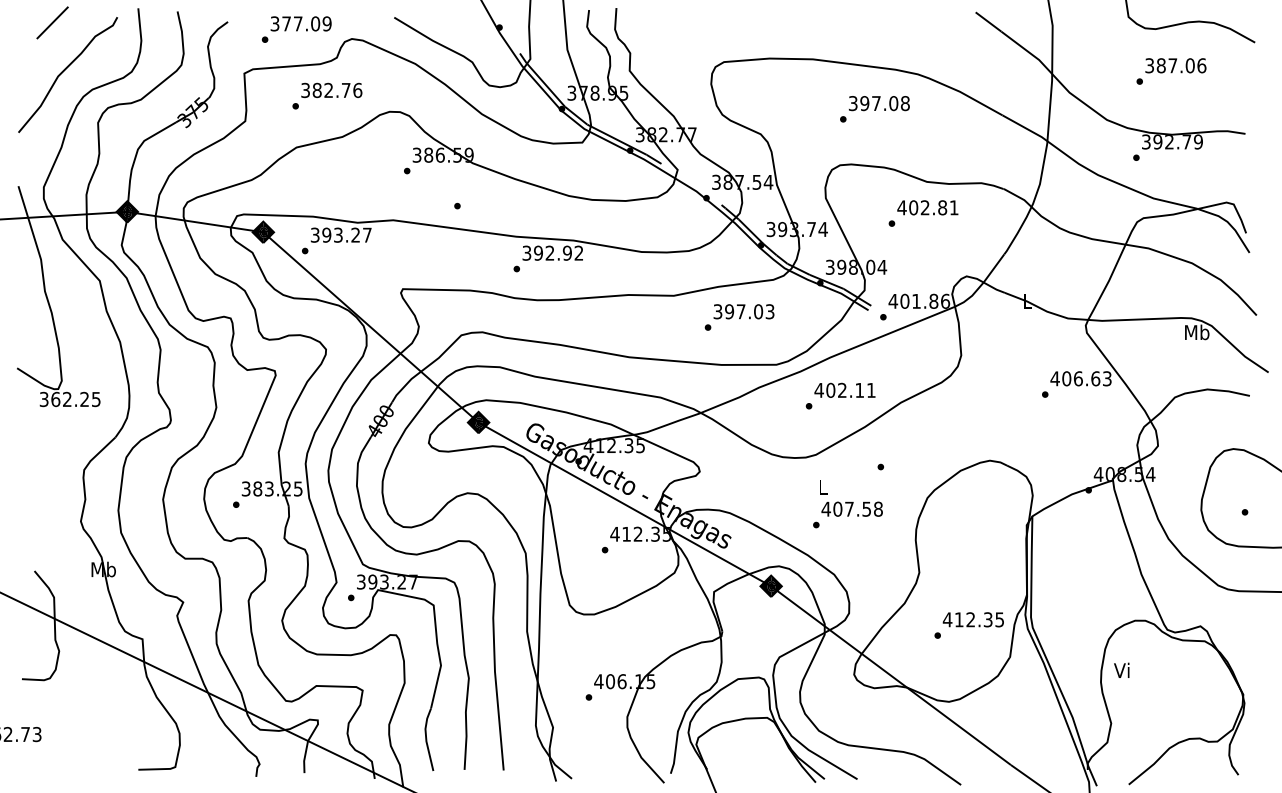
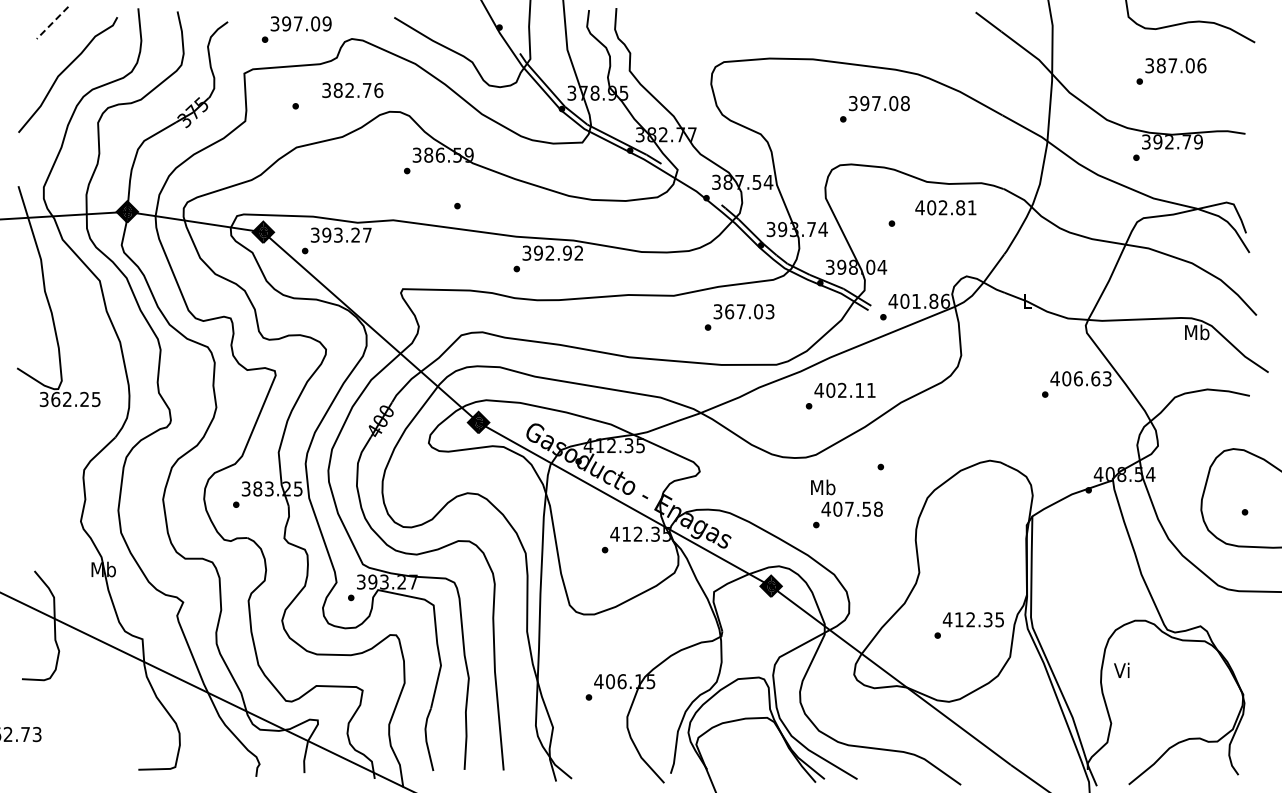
line at (52, 22): solid -> dashed
text at (286, 23): 377.09 -> 397.09
text at (331, 90) position: (331, 90) -> (352, 90)
text at (927, 207) position: (927, 207) -> (945, 207)
text at (729, 311): 397.03 -> 367.03
text at (823, 487): L -> Mb
